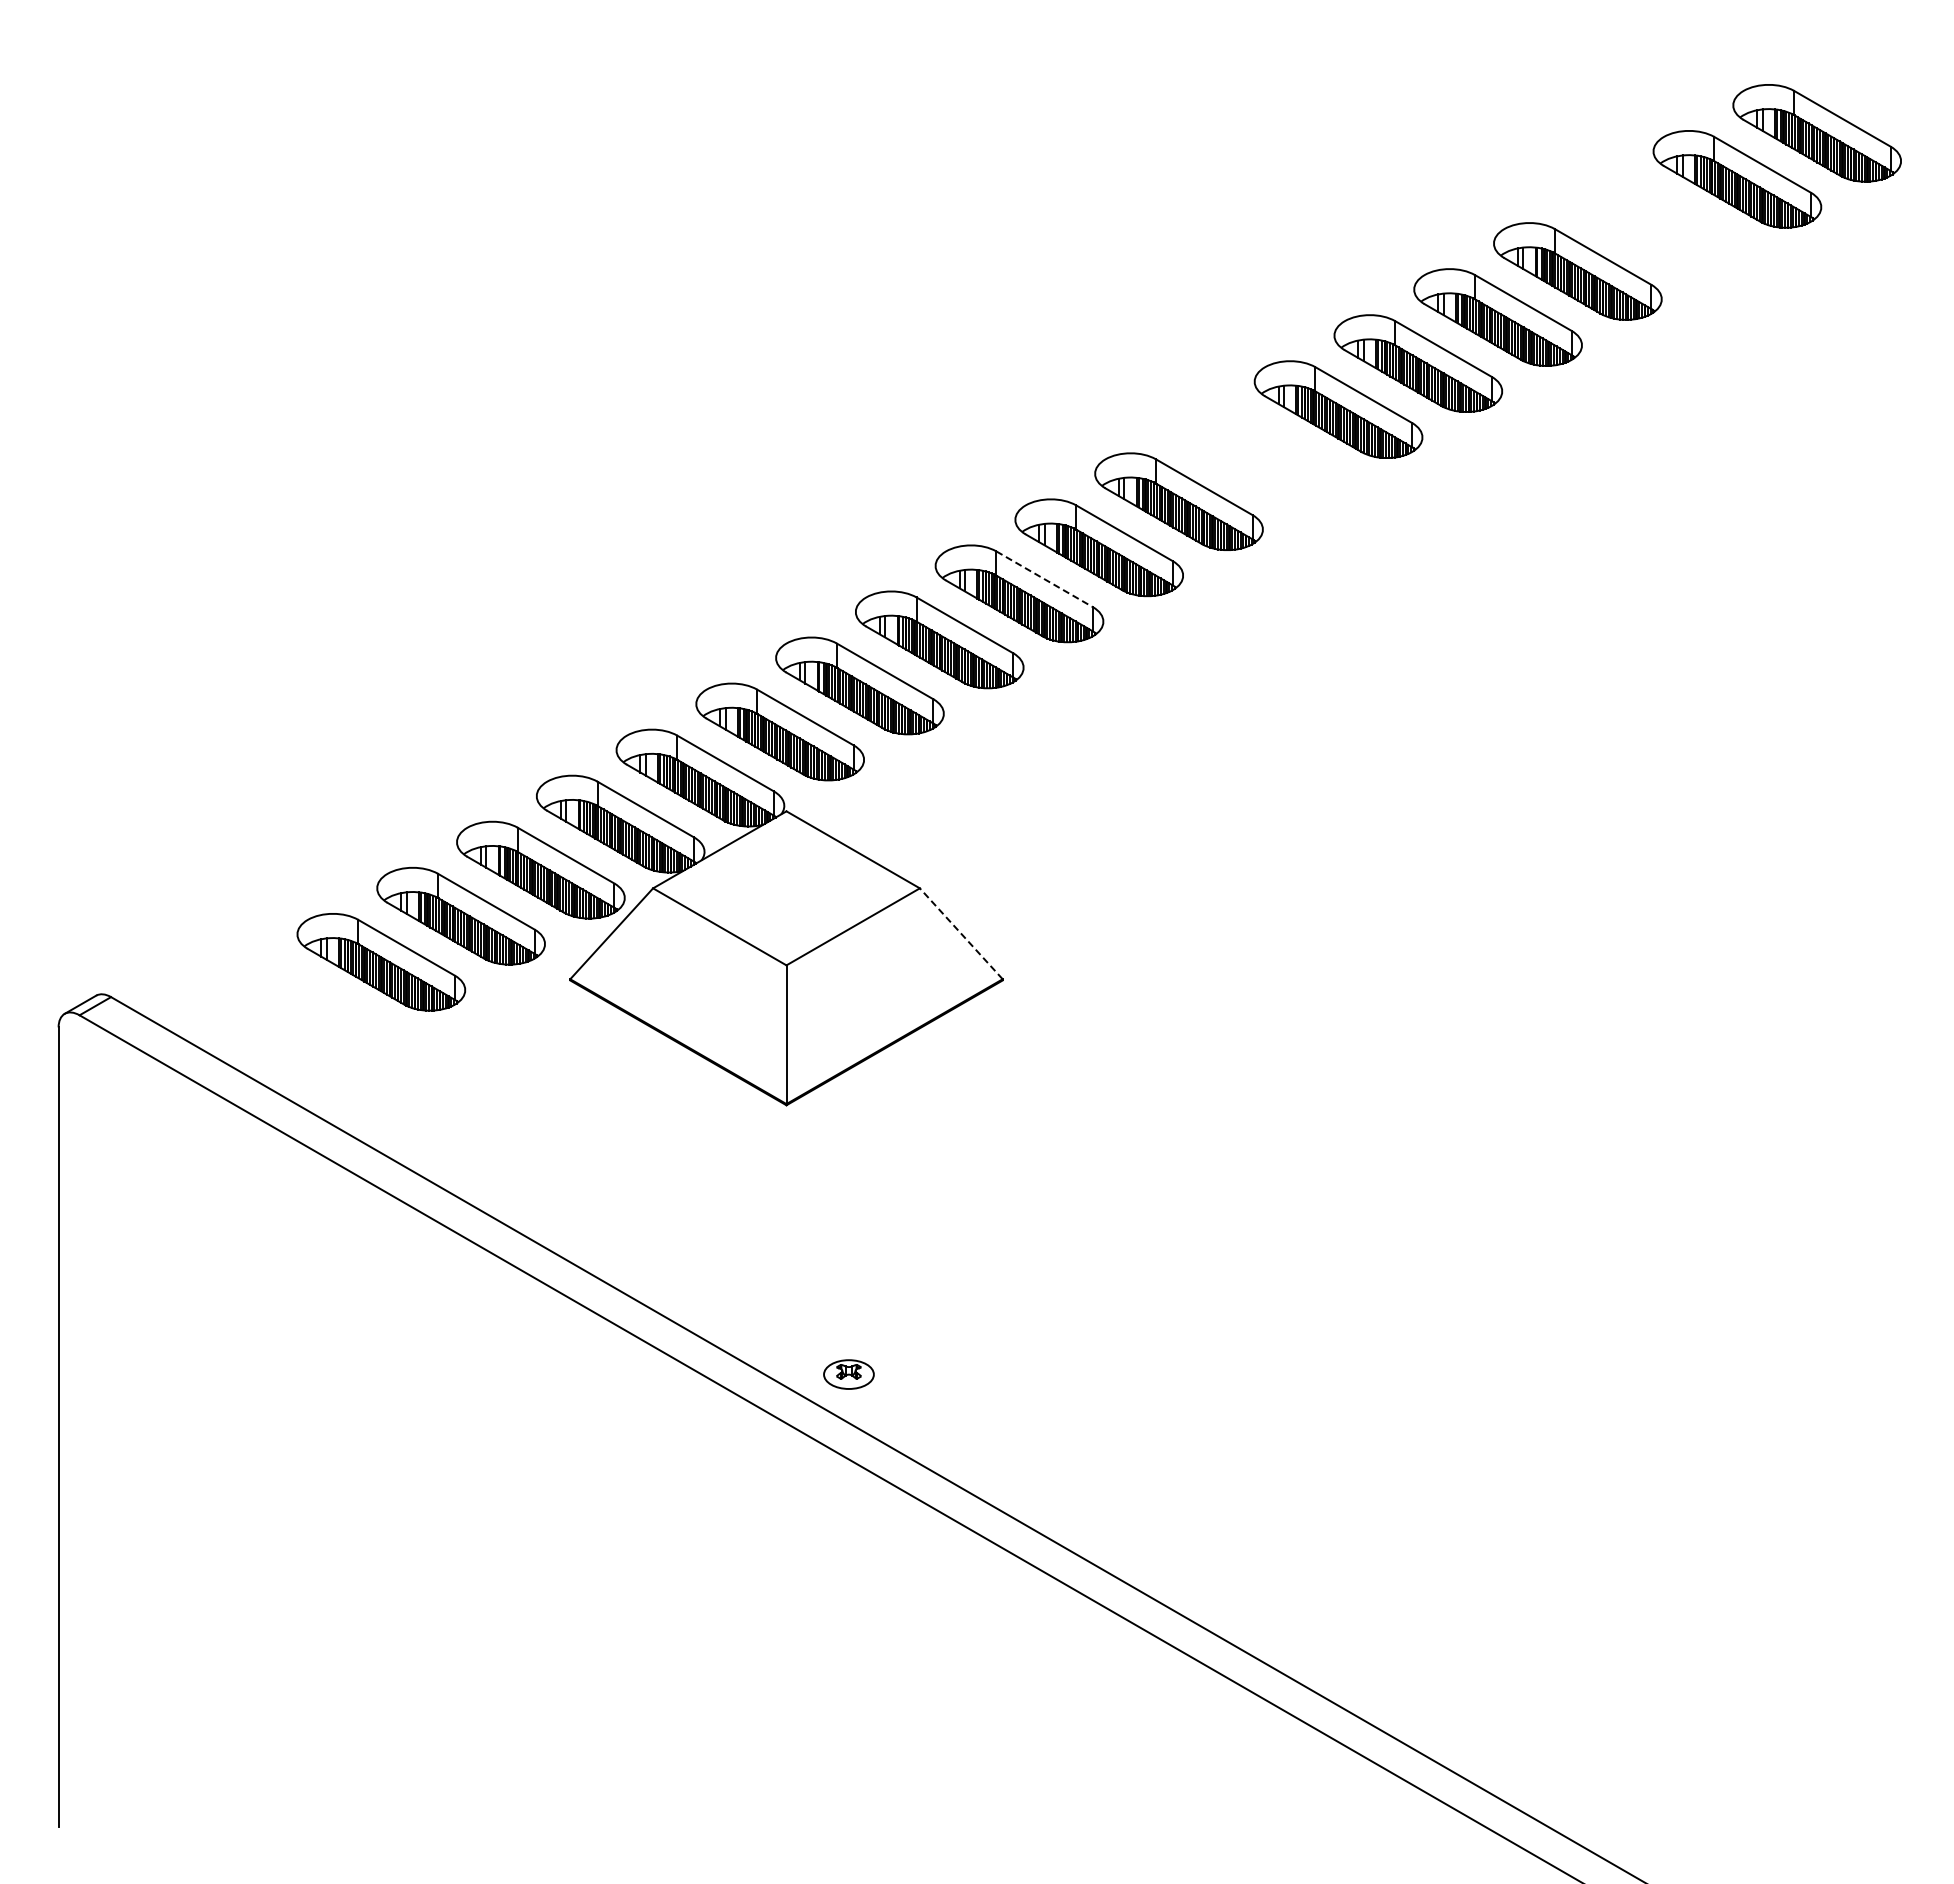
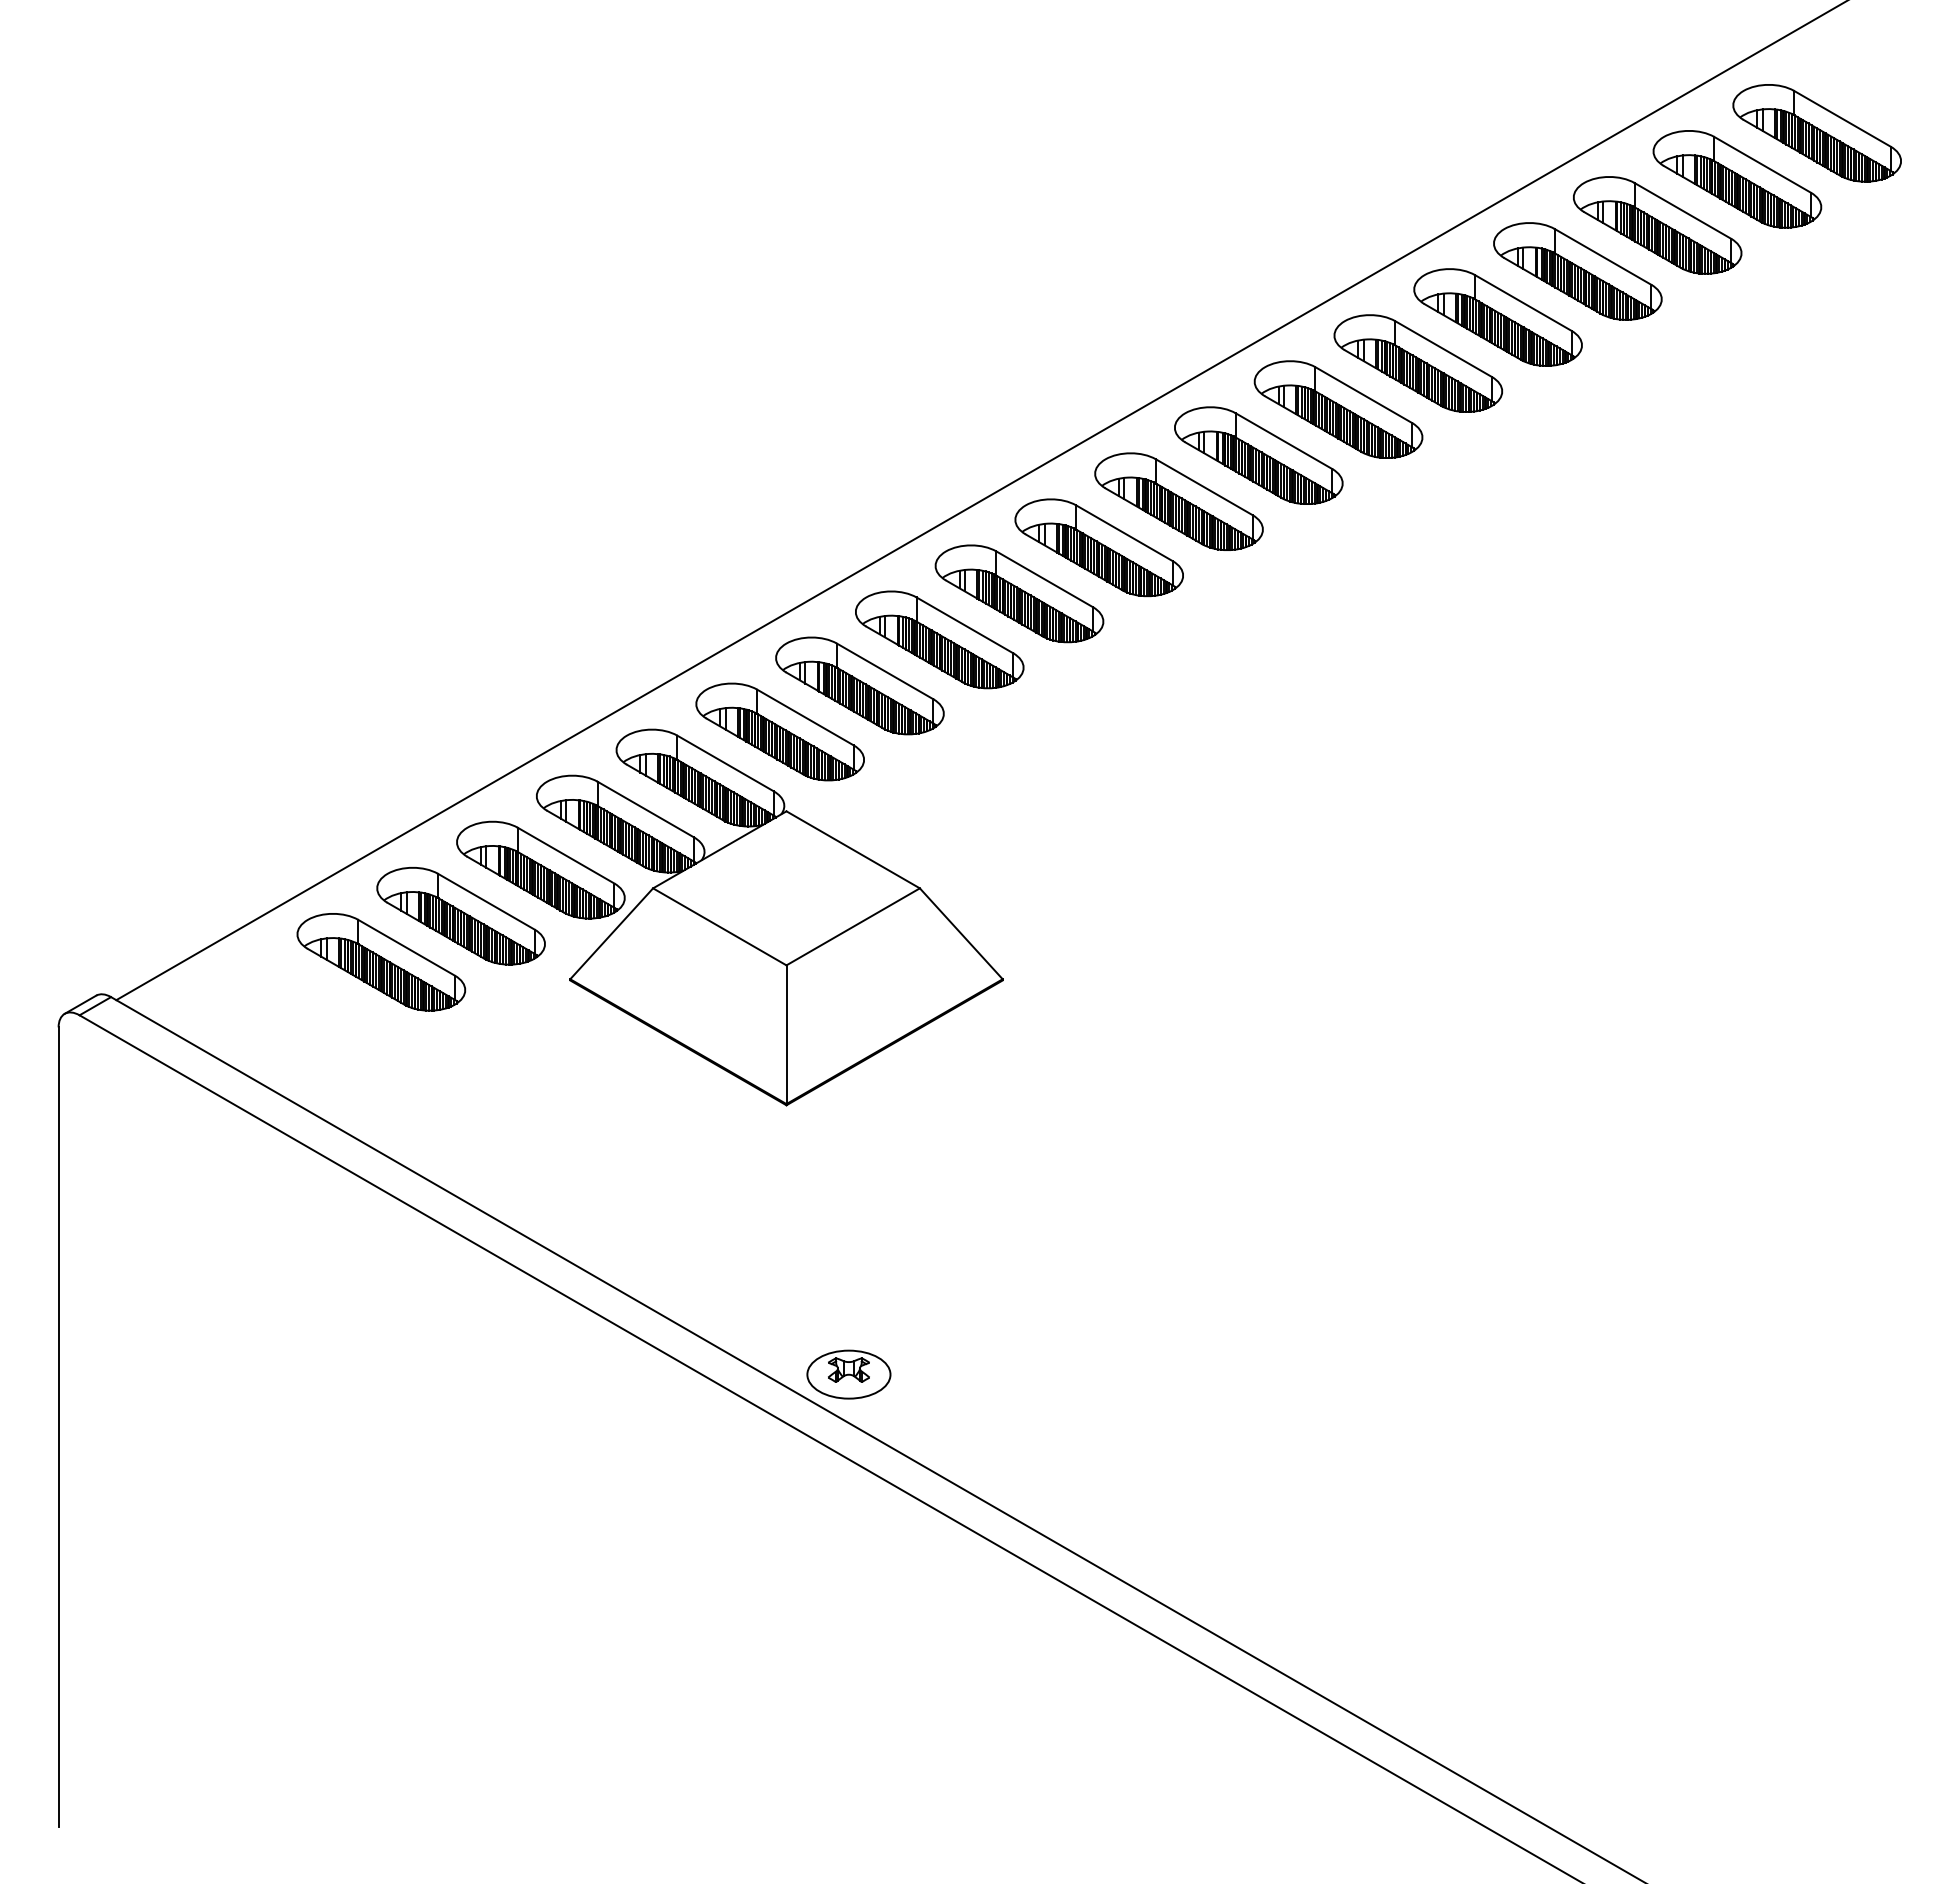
part at (1657, 225): none -> present
part at (1258, 455): none -> present
line at (980, 501): none -> present
line at (1044, 579): dashed -> solid
line at (960, 933): dashed -> solid
part at (848, 1374) size: 52x31 px -> 86x51 px
